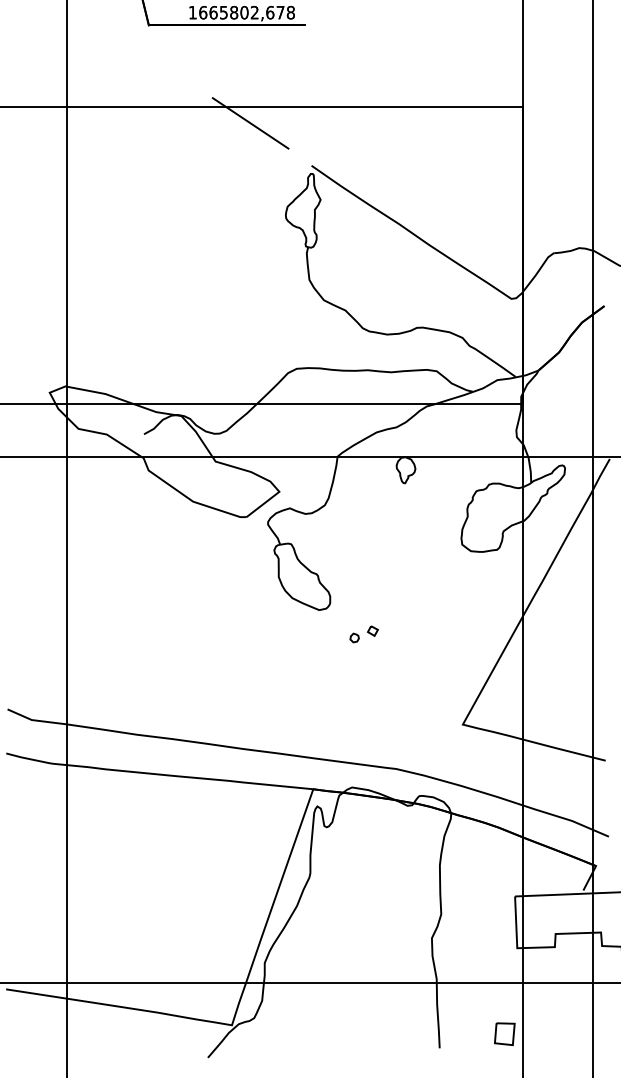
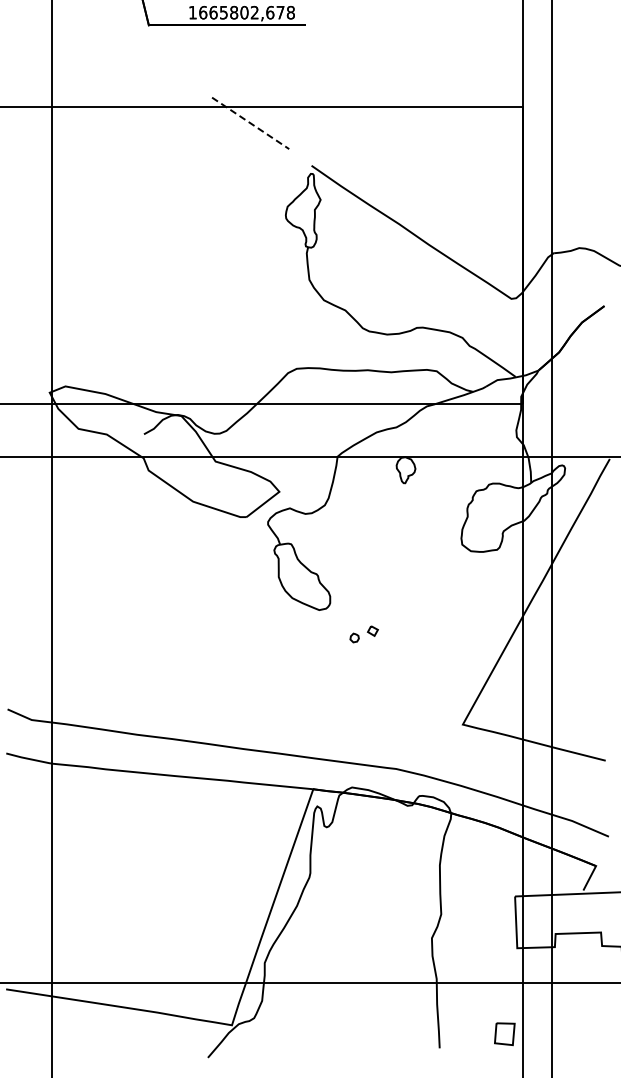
line at (251, 123): solid -> dashed
line at (67, 538) position: (67, 538) -> (52, 538)
line at (592, 538) position: (592, 538) -> (551, 538)
